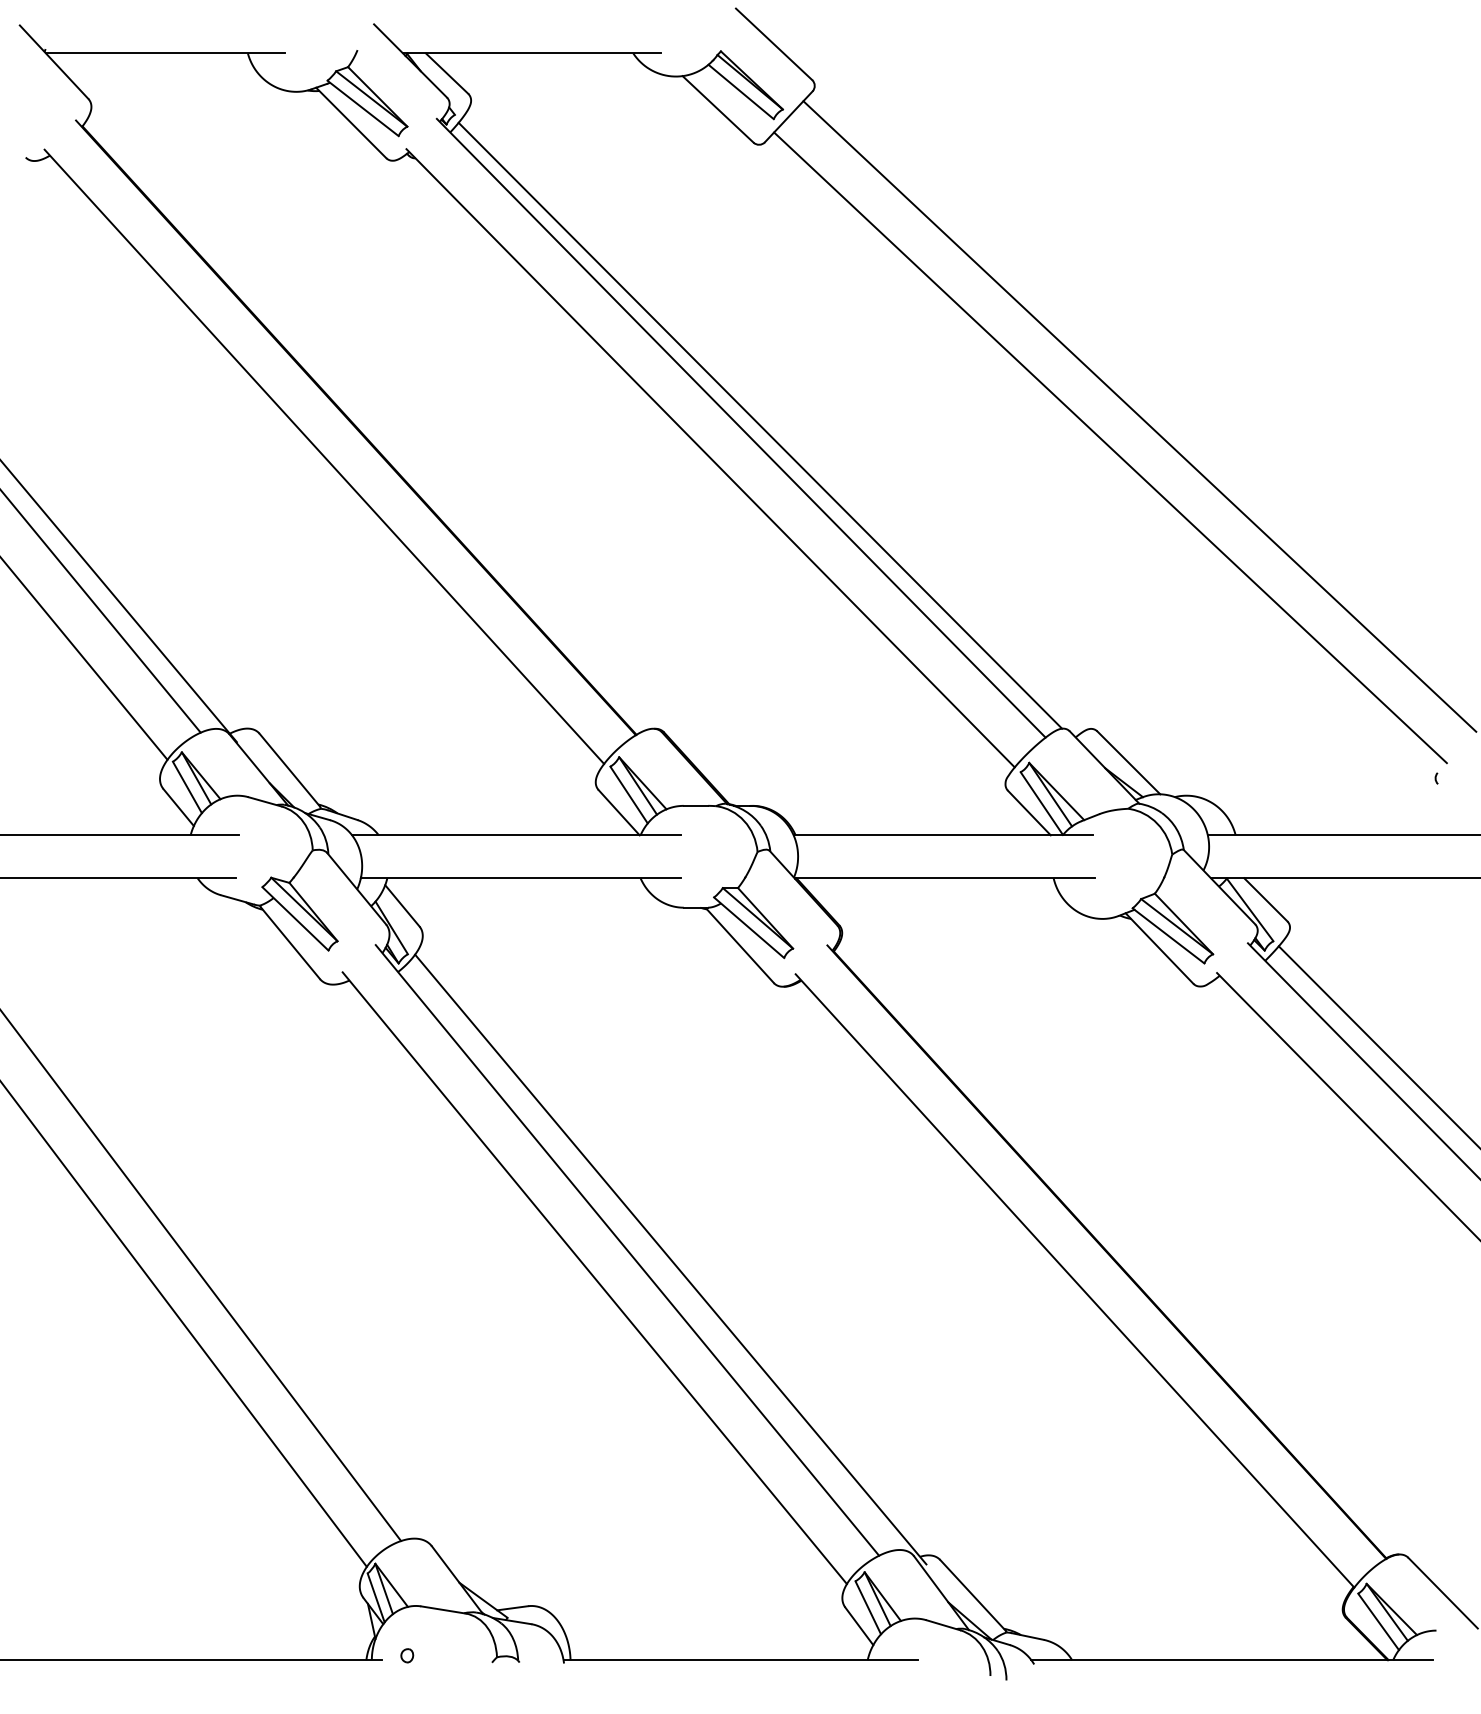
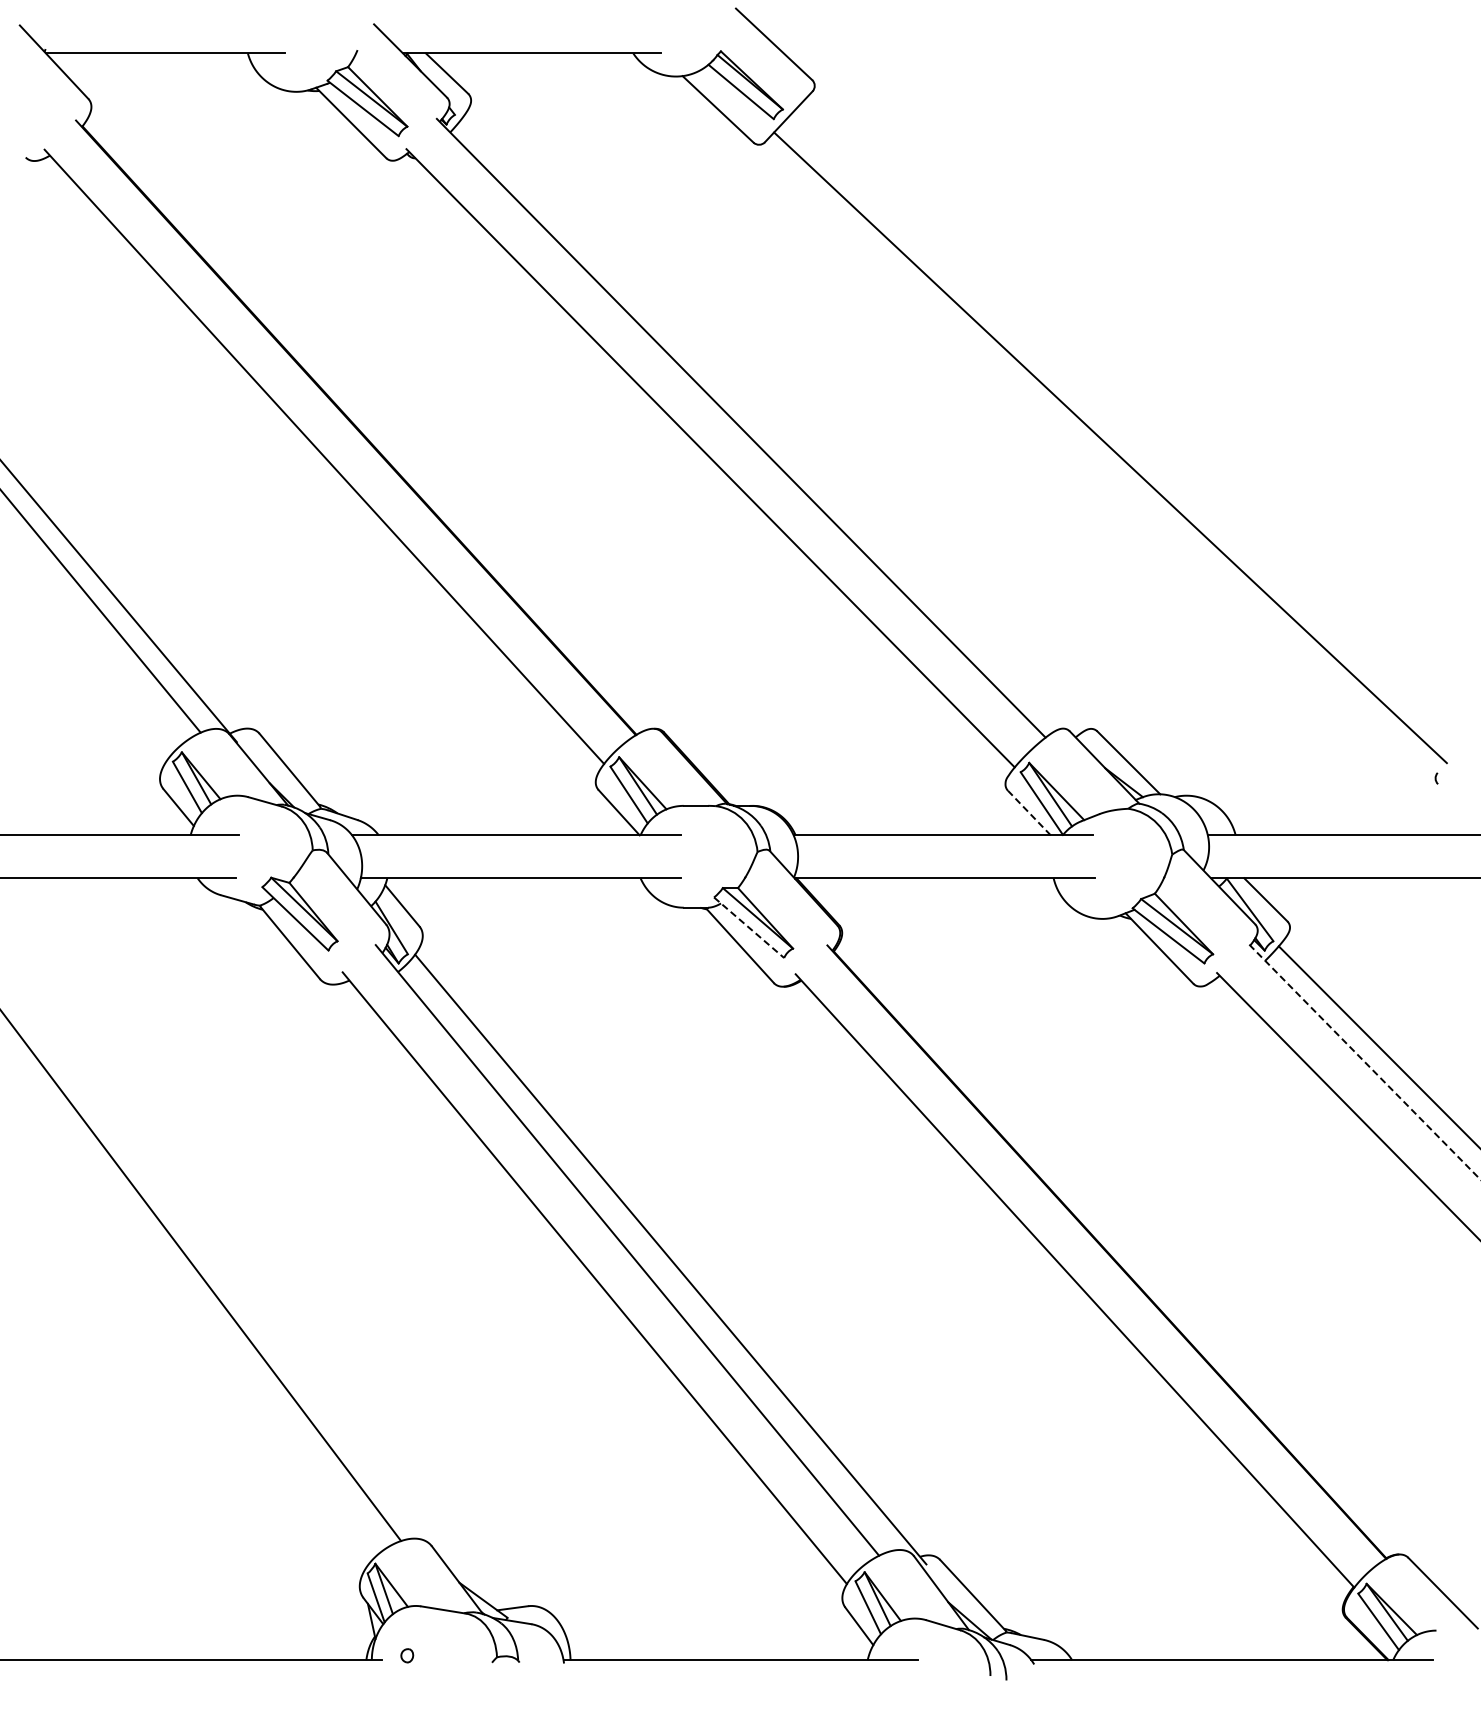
line at (1139, 416): present -> none
line at (760, 425): present -> none
line at (84, 659): present -> none
line at (1029, 813): solid -> dashed
line at (749, 928): solid -> dashed
line at (1364, 1061): solid -> dashed
line at (184, 1324): present -> none
